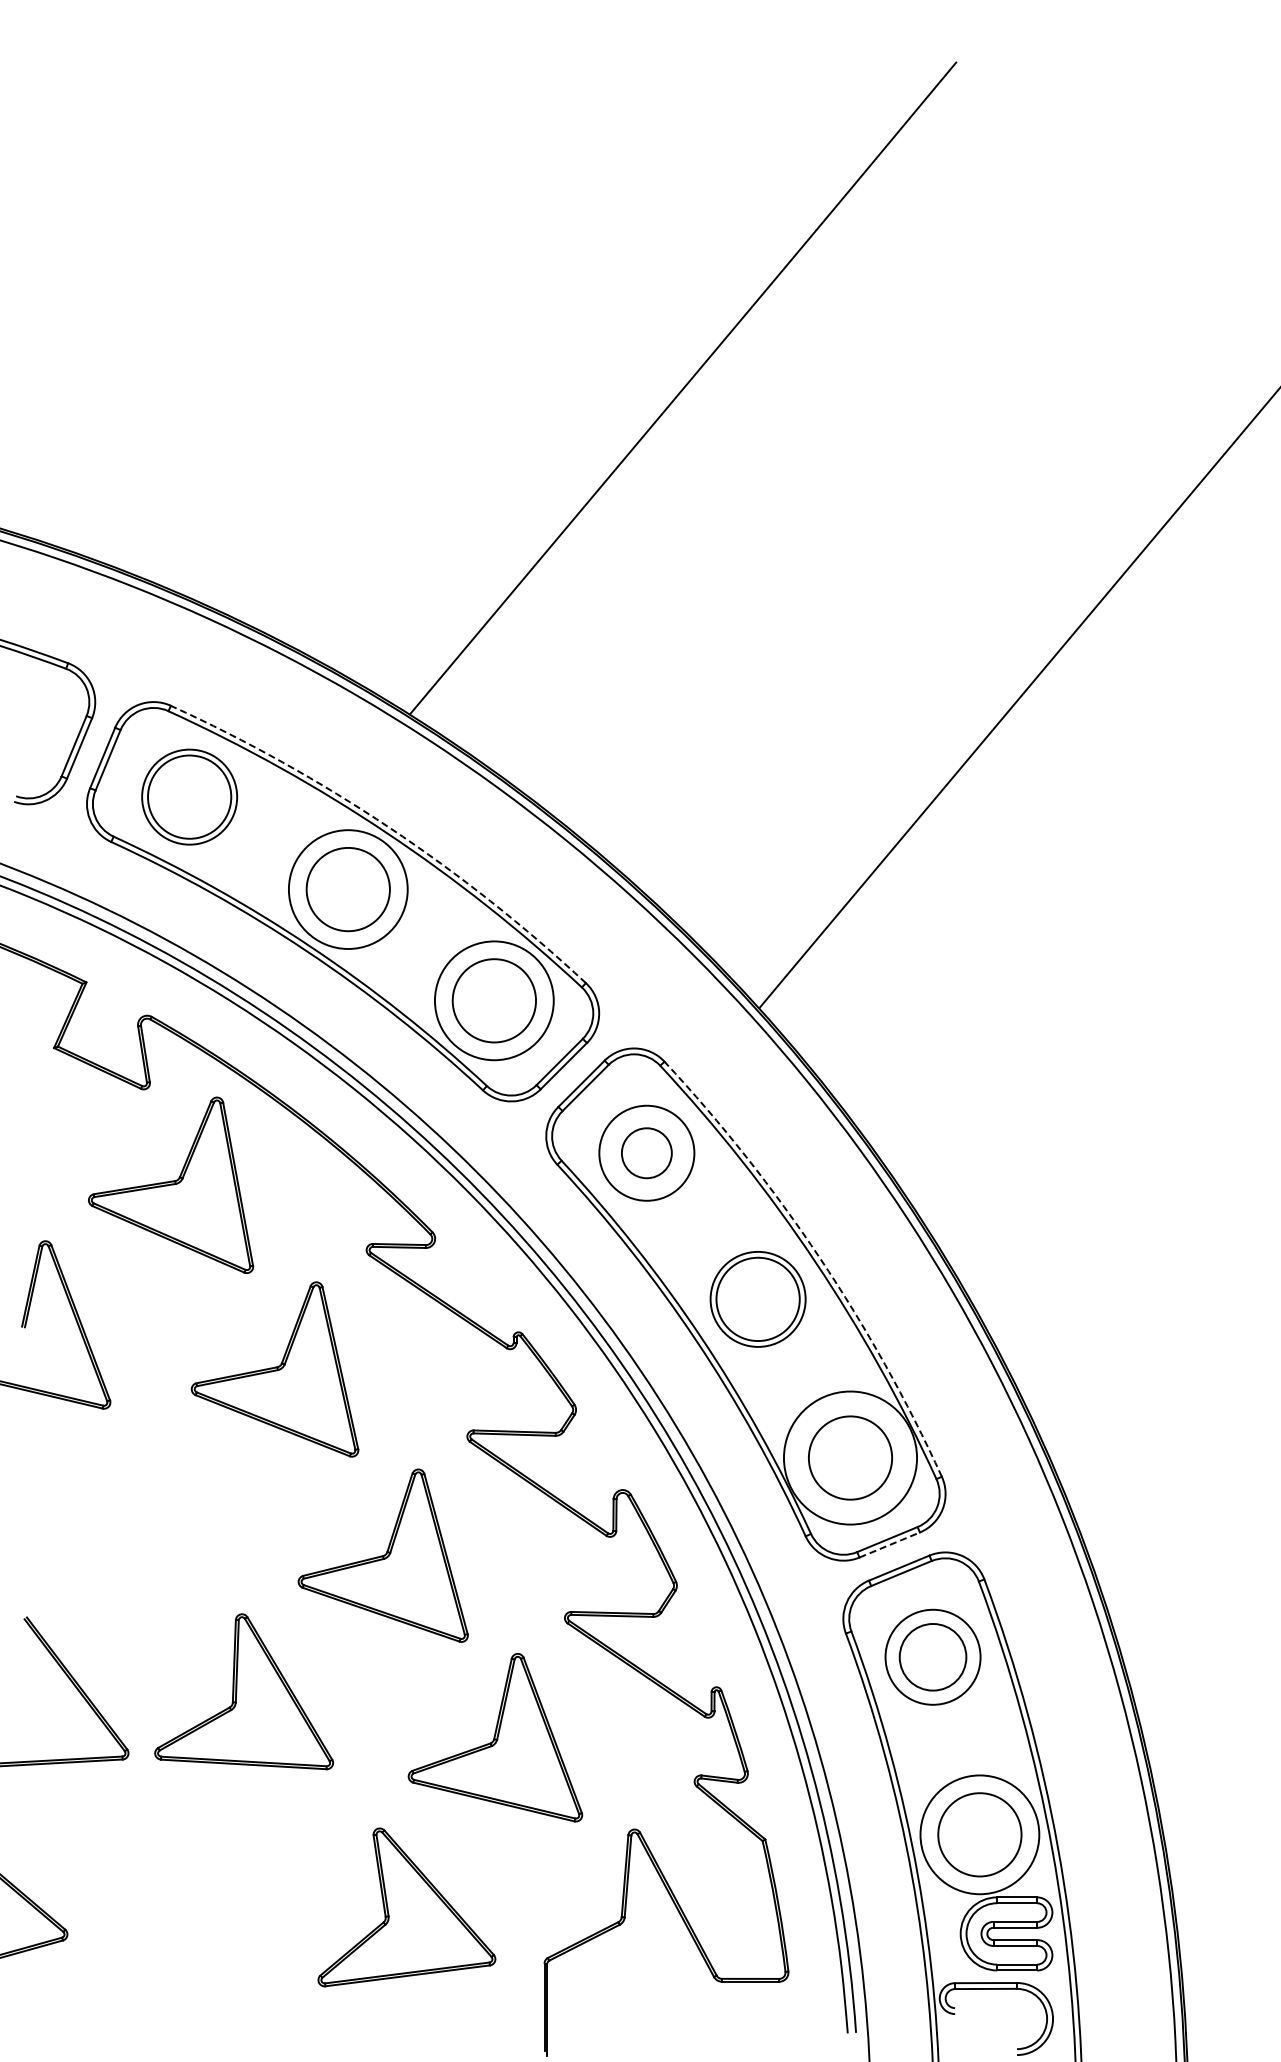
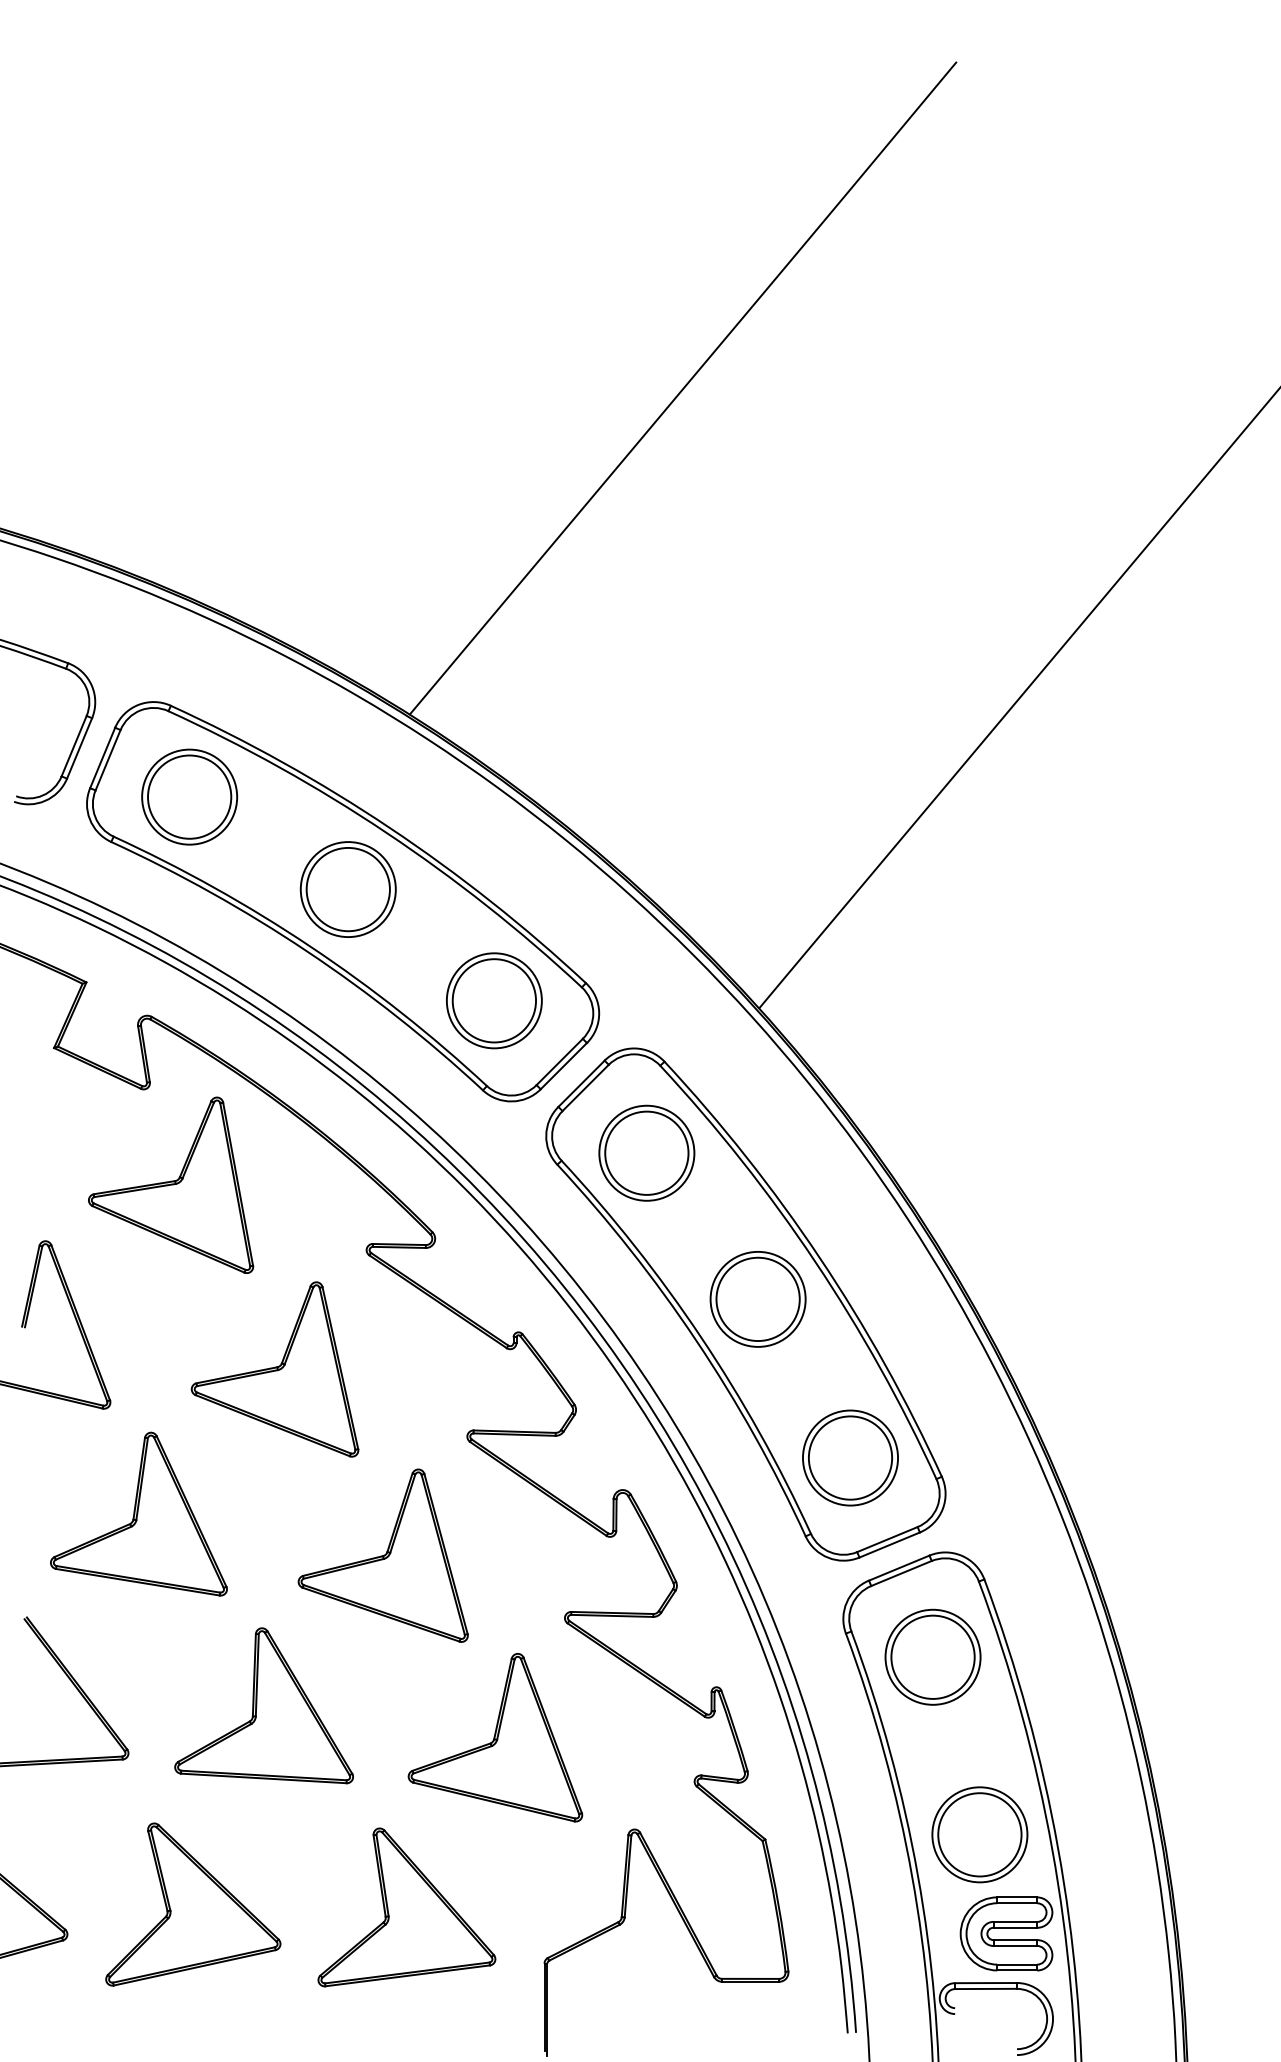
arc at (389, 827): dashed -> solid
circle at (347, 889) diameter: 119 px -> 95 px
circle at (493, 1000) diameter: 119 px -> 95 px
circle at (646, 1153) diameter: 50 px -> 83 px
arc at (819, 1258): dashed -> solid
circle at (850, 1457) diameter: 133 px -> 95 px
part at (138, 1513): none -> present
line at (889, 1545): dashed -> solid
circle at (932, 1656) diameter: 67 px -> 83 px
part at (243, 1691) position: (243, 1691) -> (263, 1705)
circle at (979, 1834) diameter: 119 px -> 95 px
part at (193, 1904): none -> present
